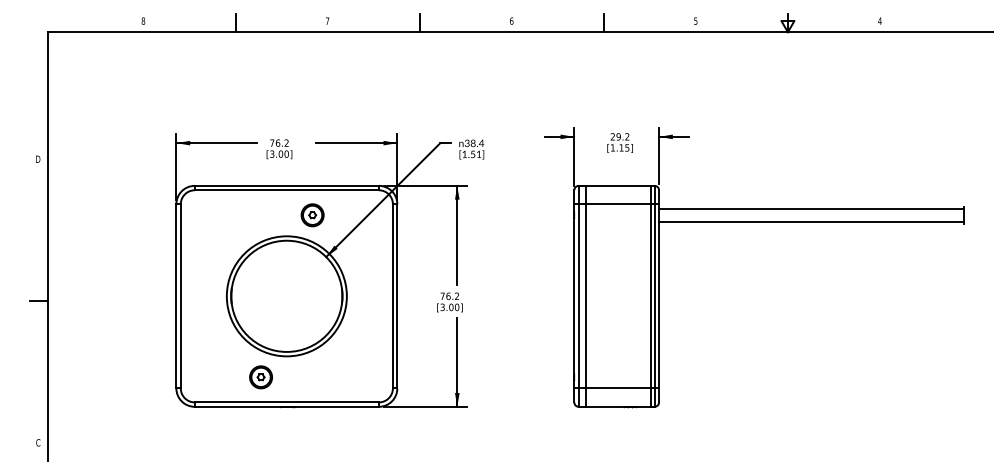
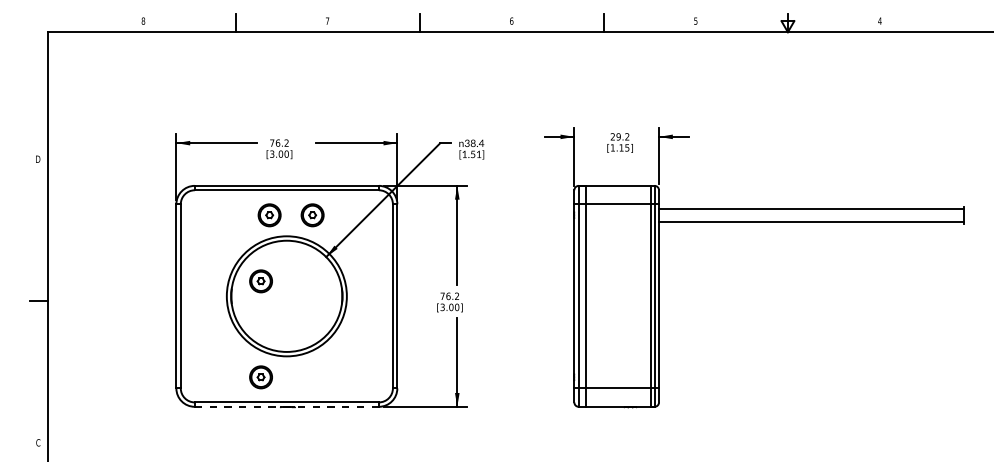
part at (269, 215): none -> present
part at (260, 281): none -> present
line at (287, 406): solid -> dashed
